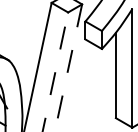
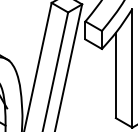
line at (68, 67): dashed -> solid
line at (55, 72): dashed -> solid
